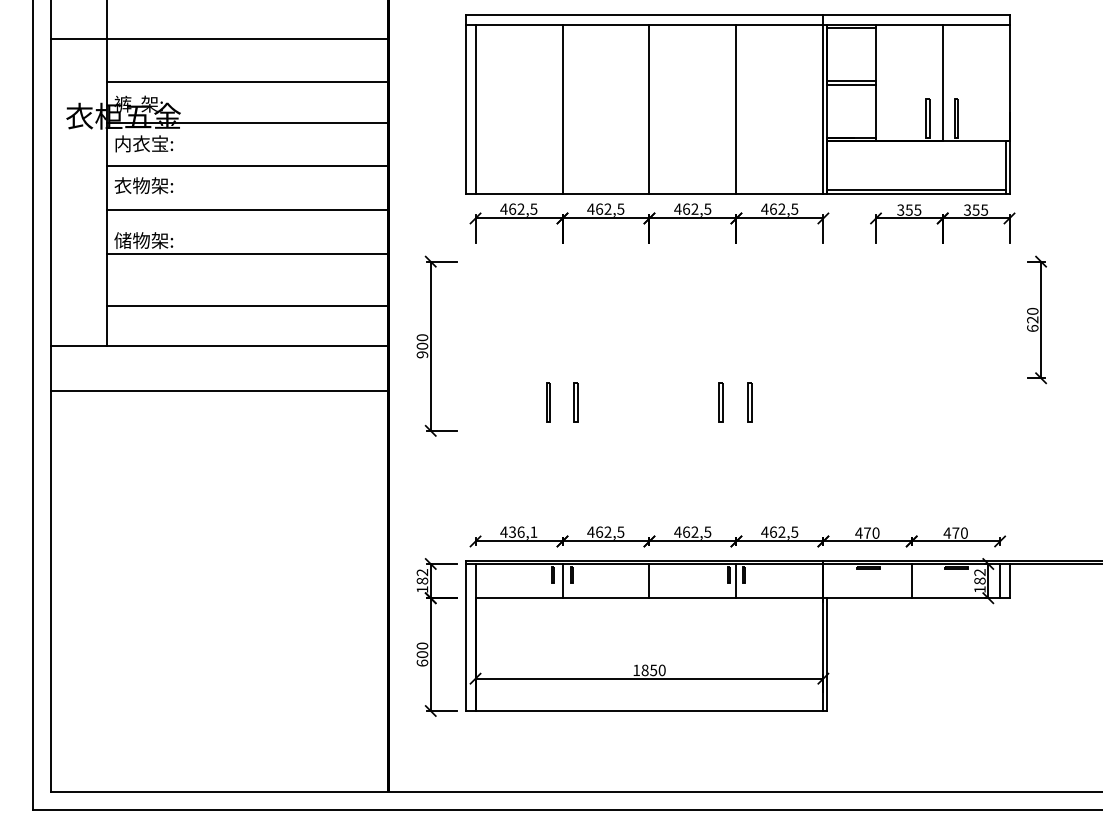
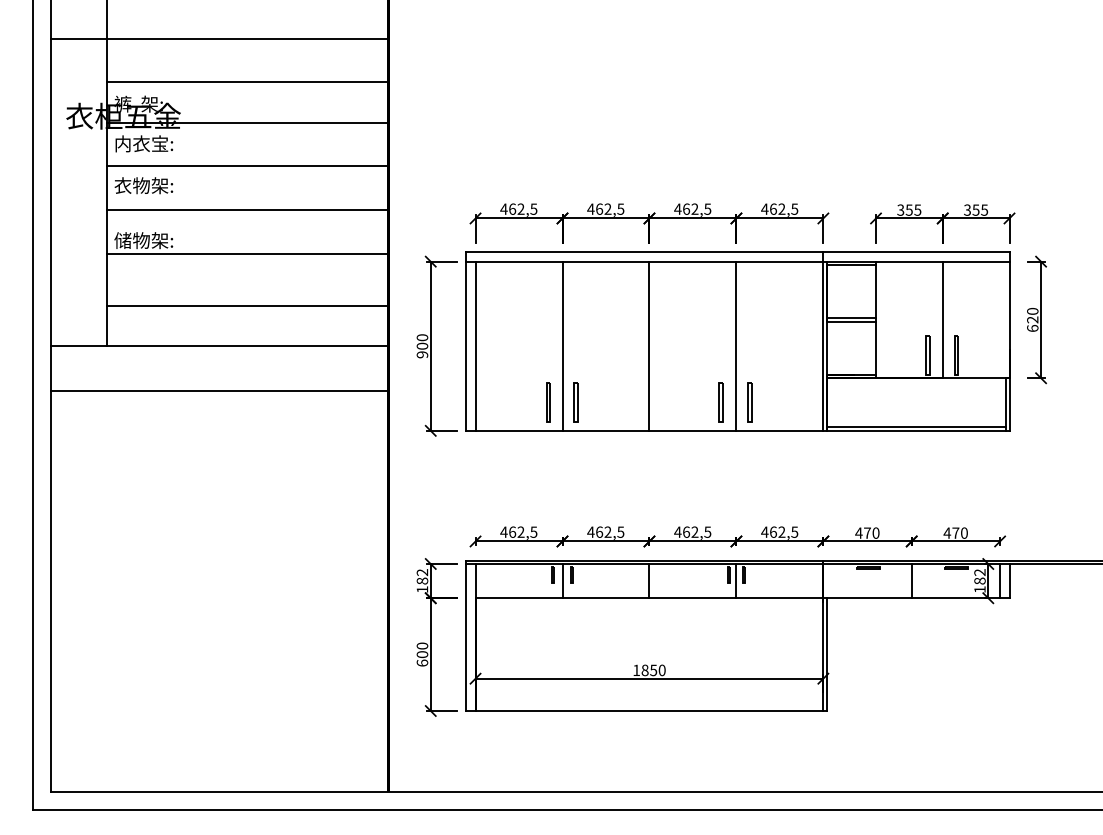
part at (737, 104) position: (737, 104) -> (737, 341)
text at (523, 531): 436,1 -> 462,5
